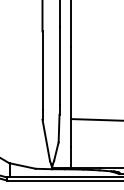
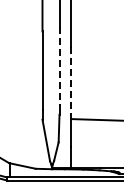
line at (59, 65): solid -> dashed
line at (71, 83): solid -> dashed
